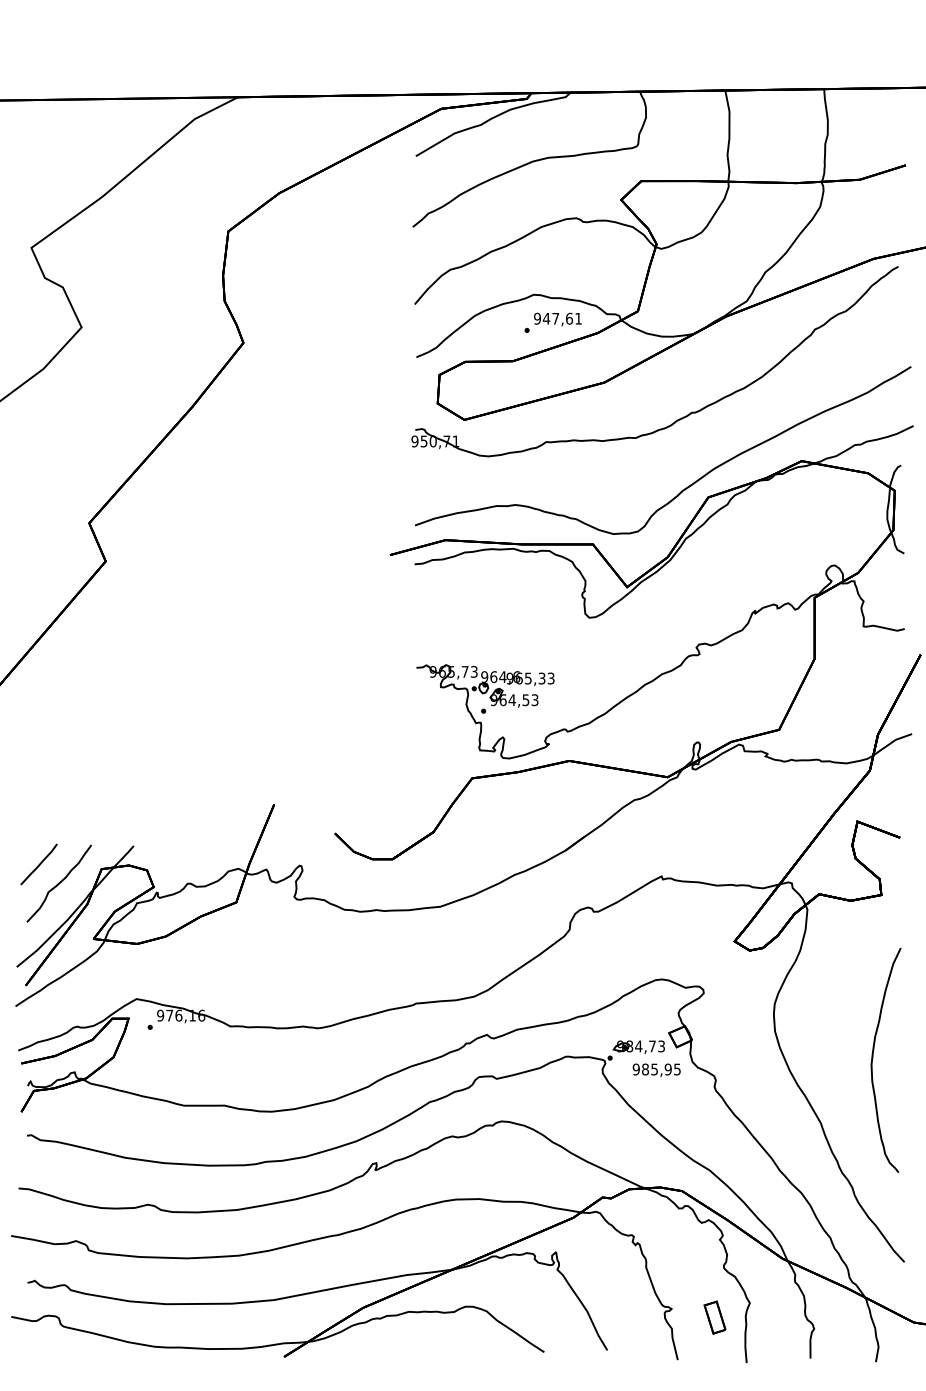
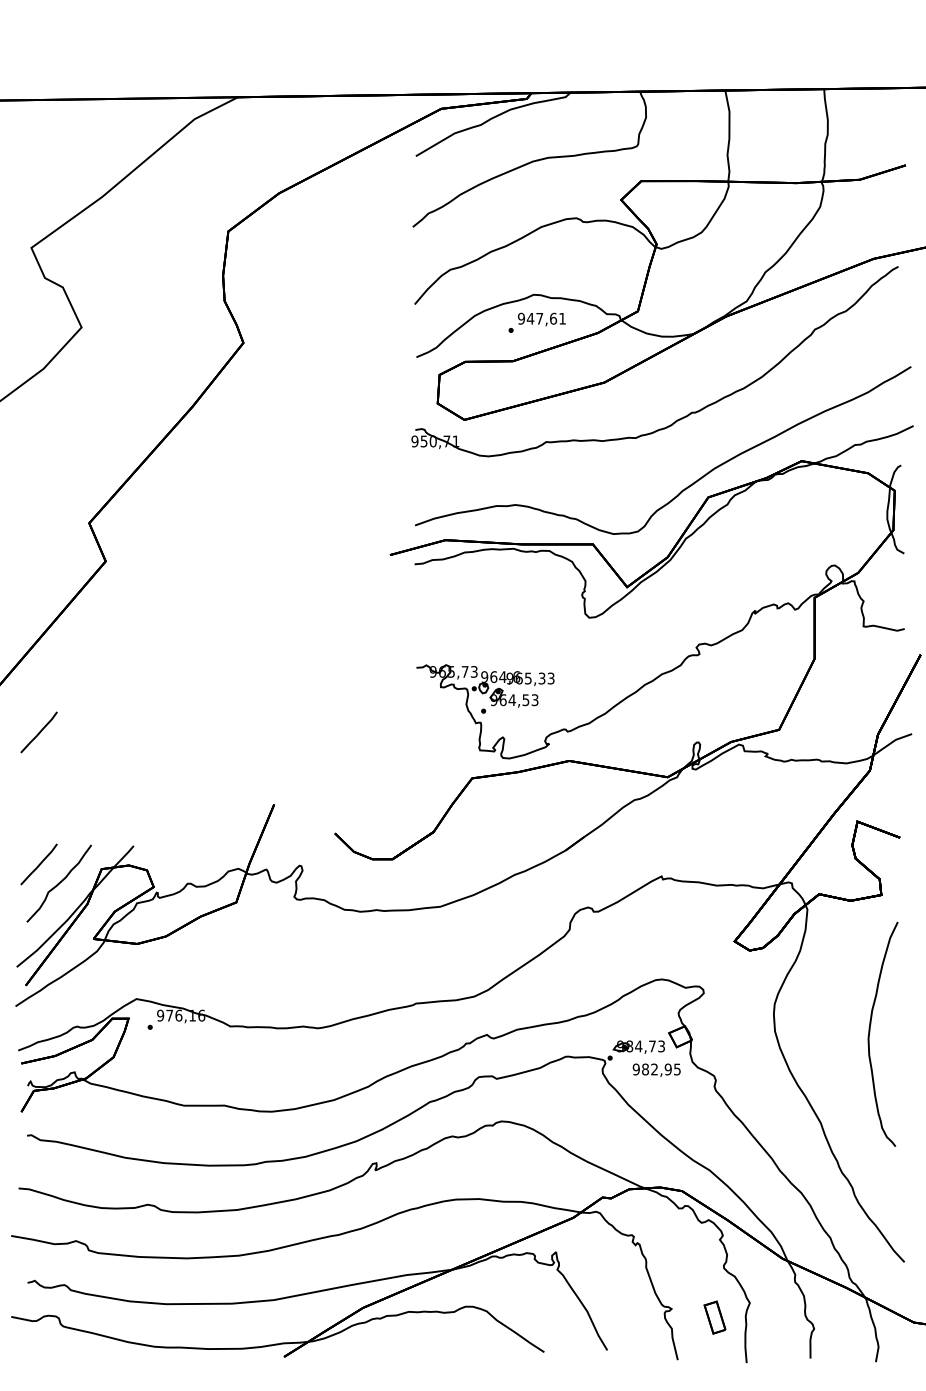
text at (552, 322) position: (552, 322) -> (536, 322)
line at (38, 732): none -> present
curve at (873, 1058) position: (873, 1058) -> (870, 1032)
text at (654, 1069): 985,95 -> 982,95
